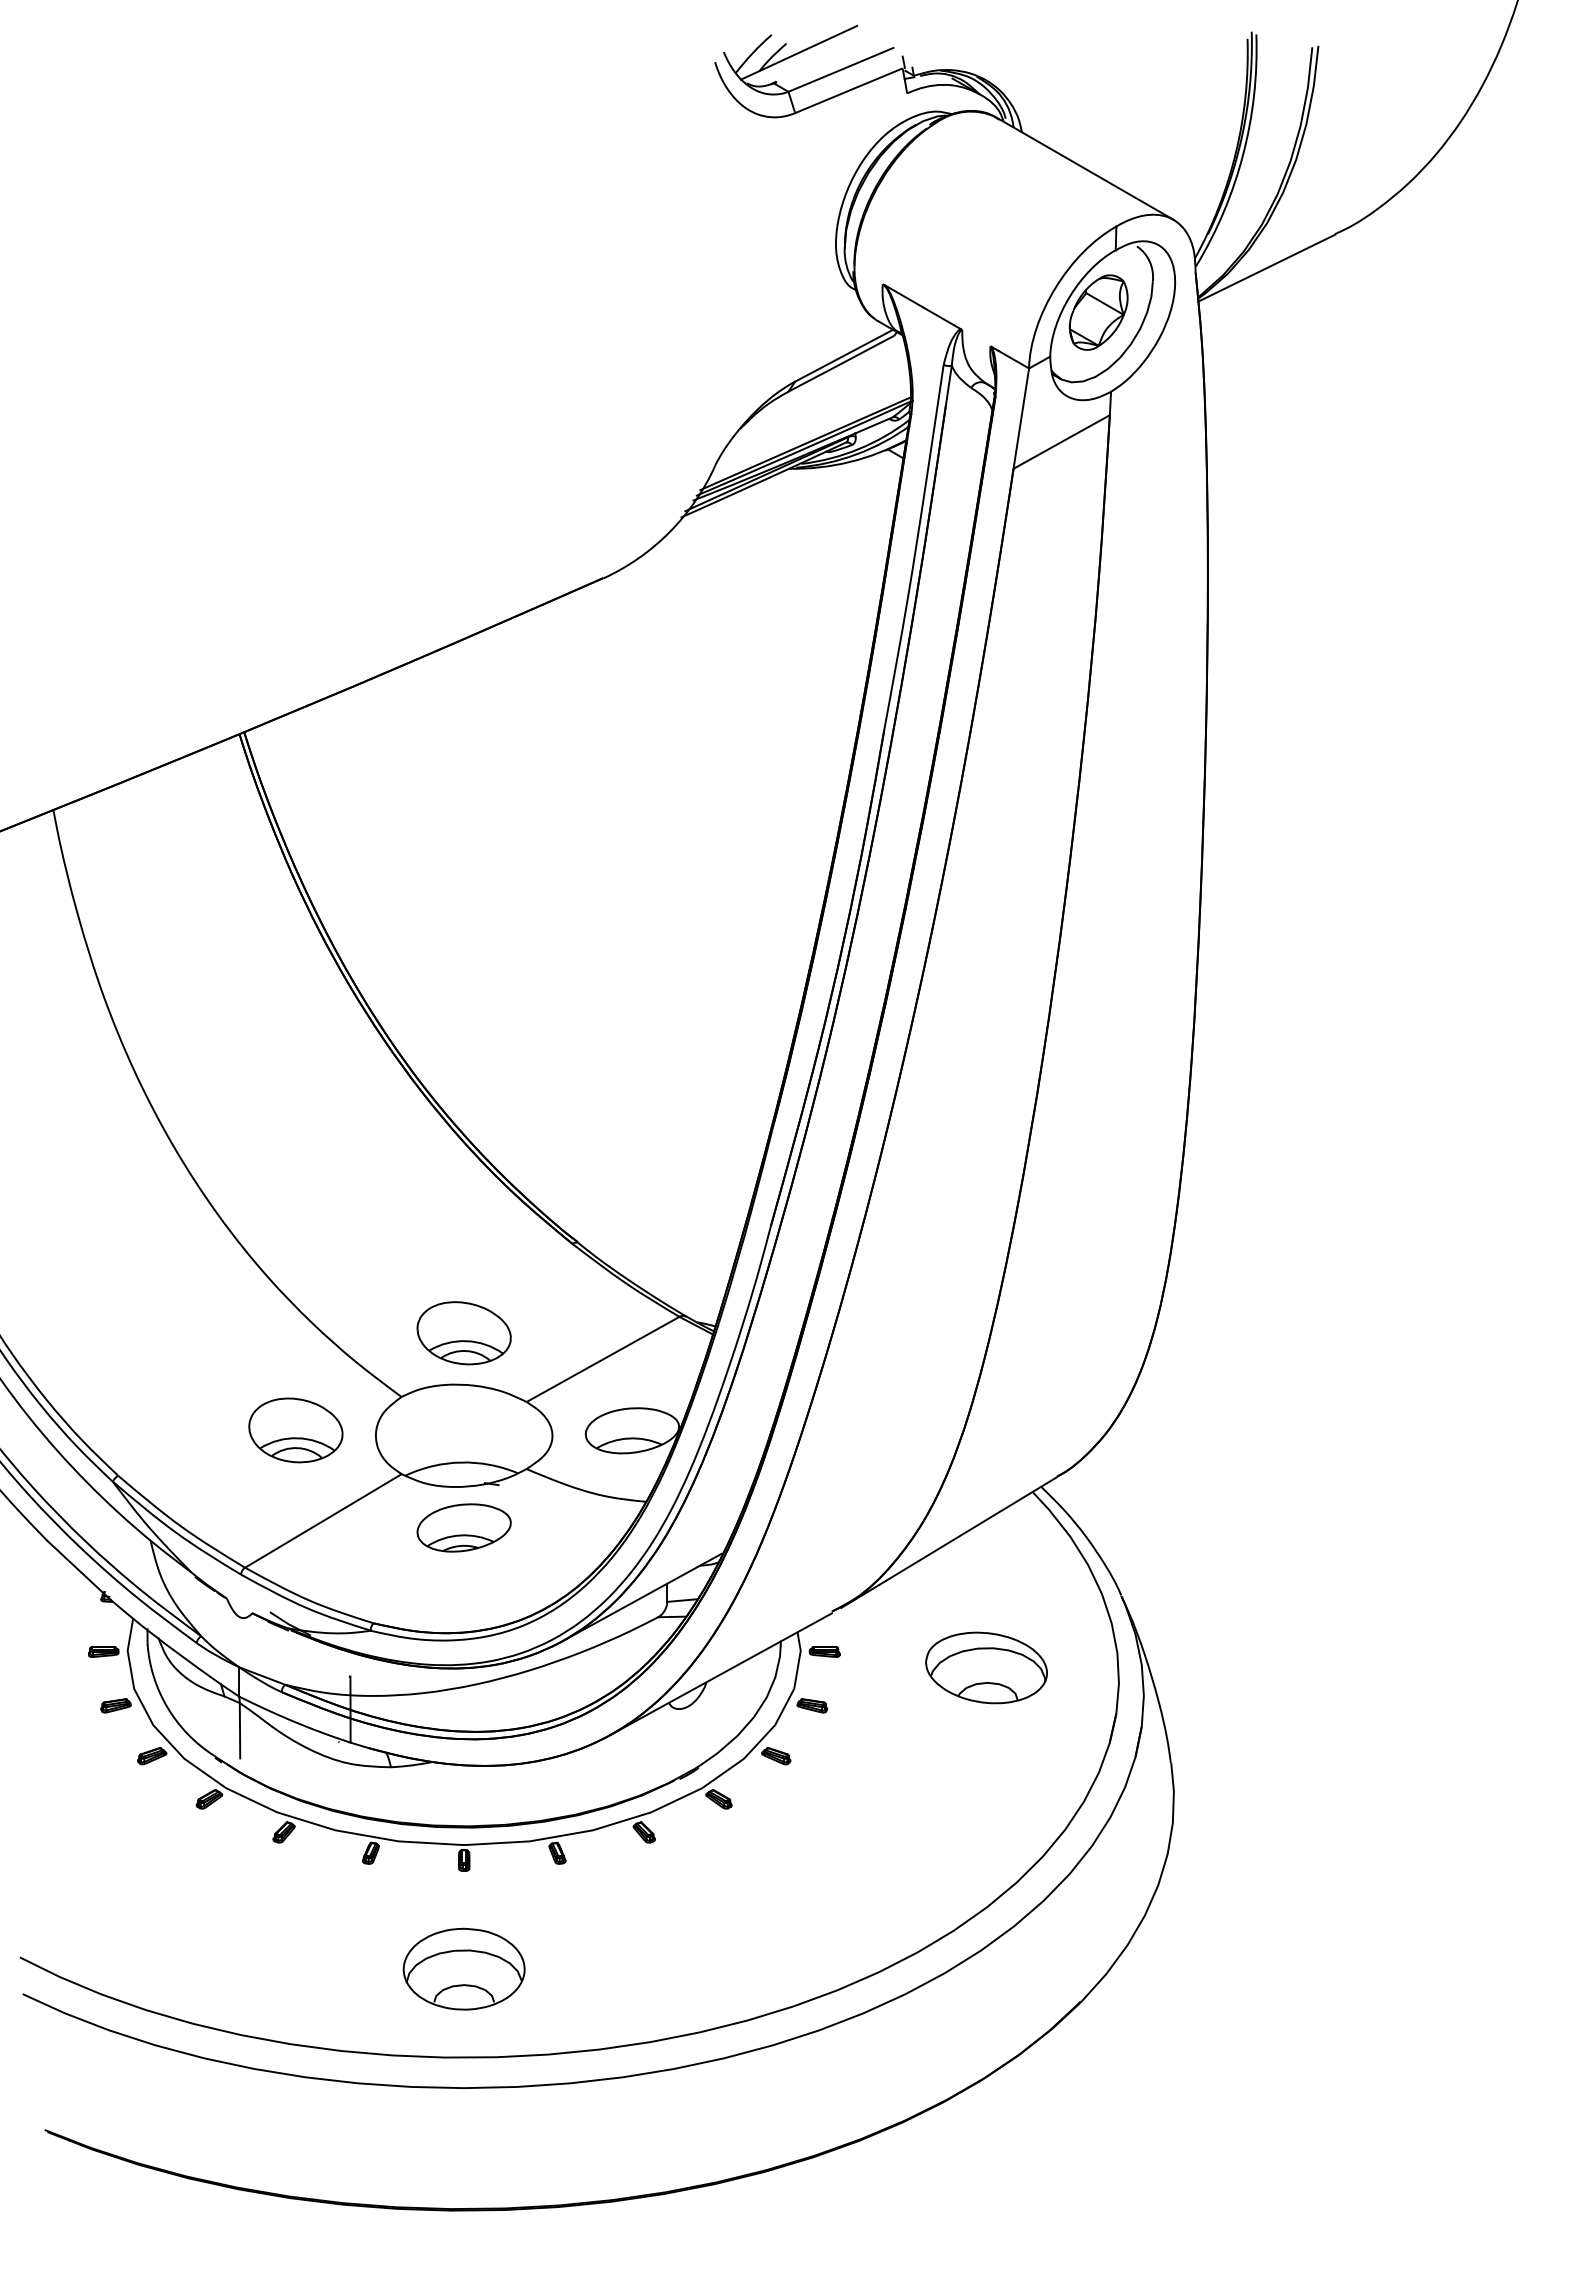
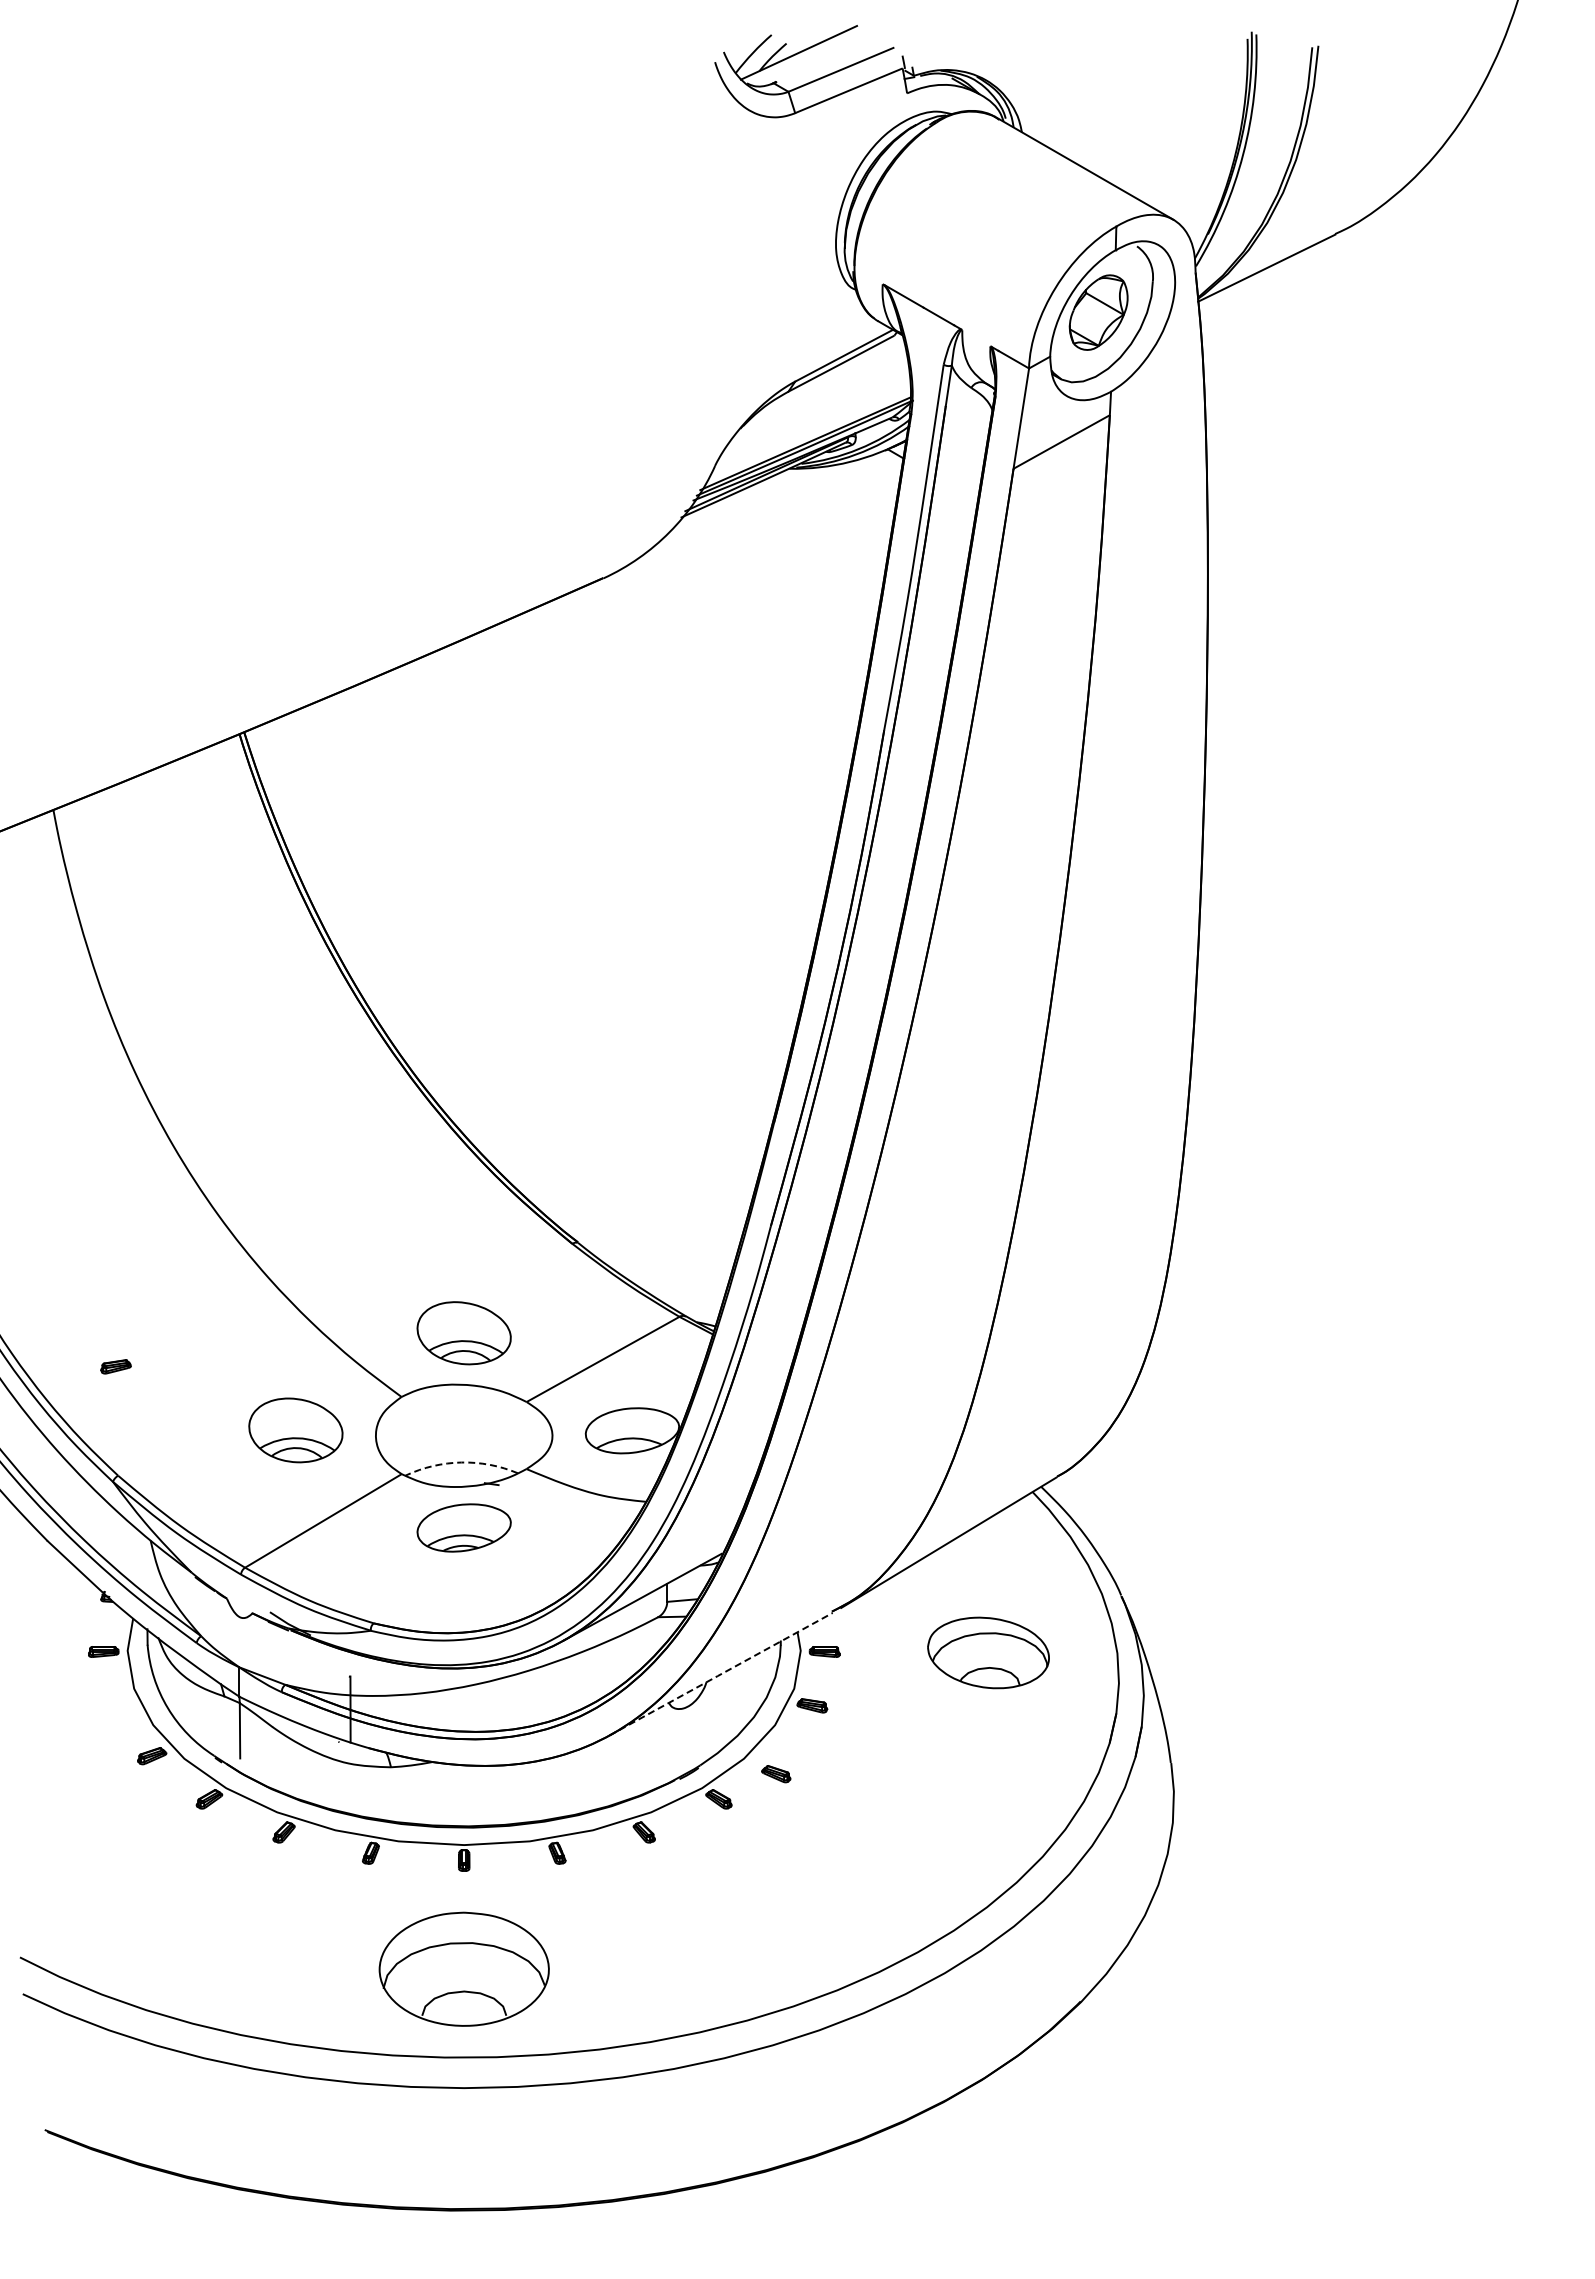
arc at (461, 1462): solid -> dashed
part at (986, 1667) position: (986, 1667) -> (988, 1652)
line at (721, 1674): solid -> dashed
part at (115, 1705) position: (115, 1705) -> (115, 1366)
part at (776, 1756) position: (776, 1756) -> (776, 1774)
part at (463, 1968) size: 124x84 px -> 172x116 px
